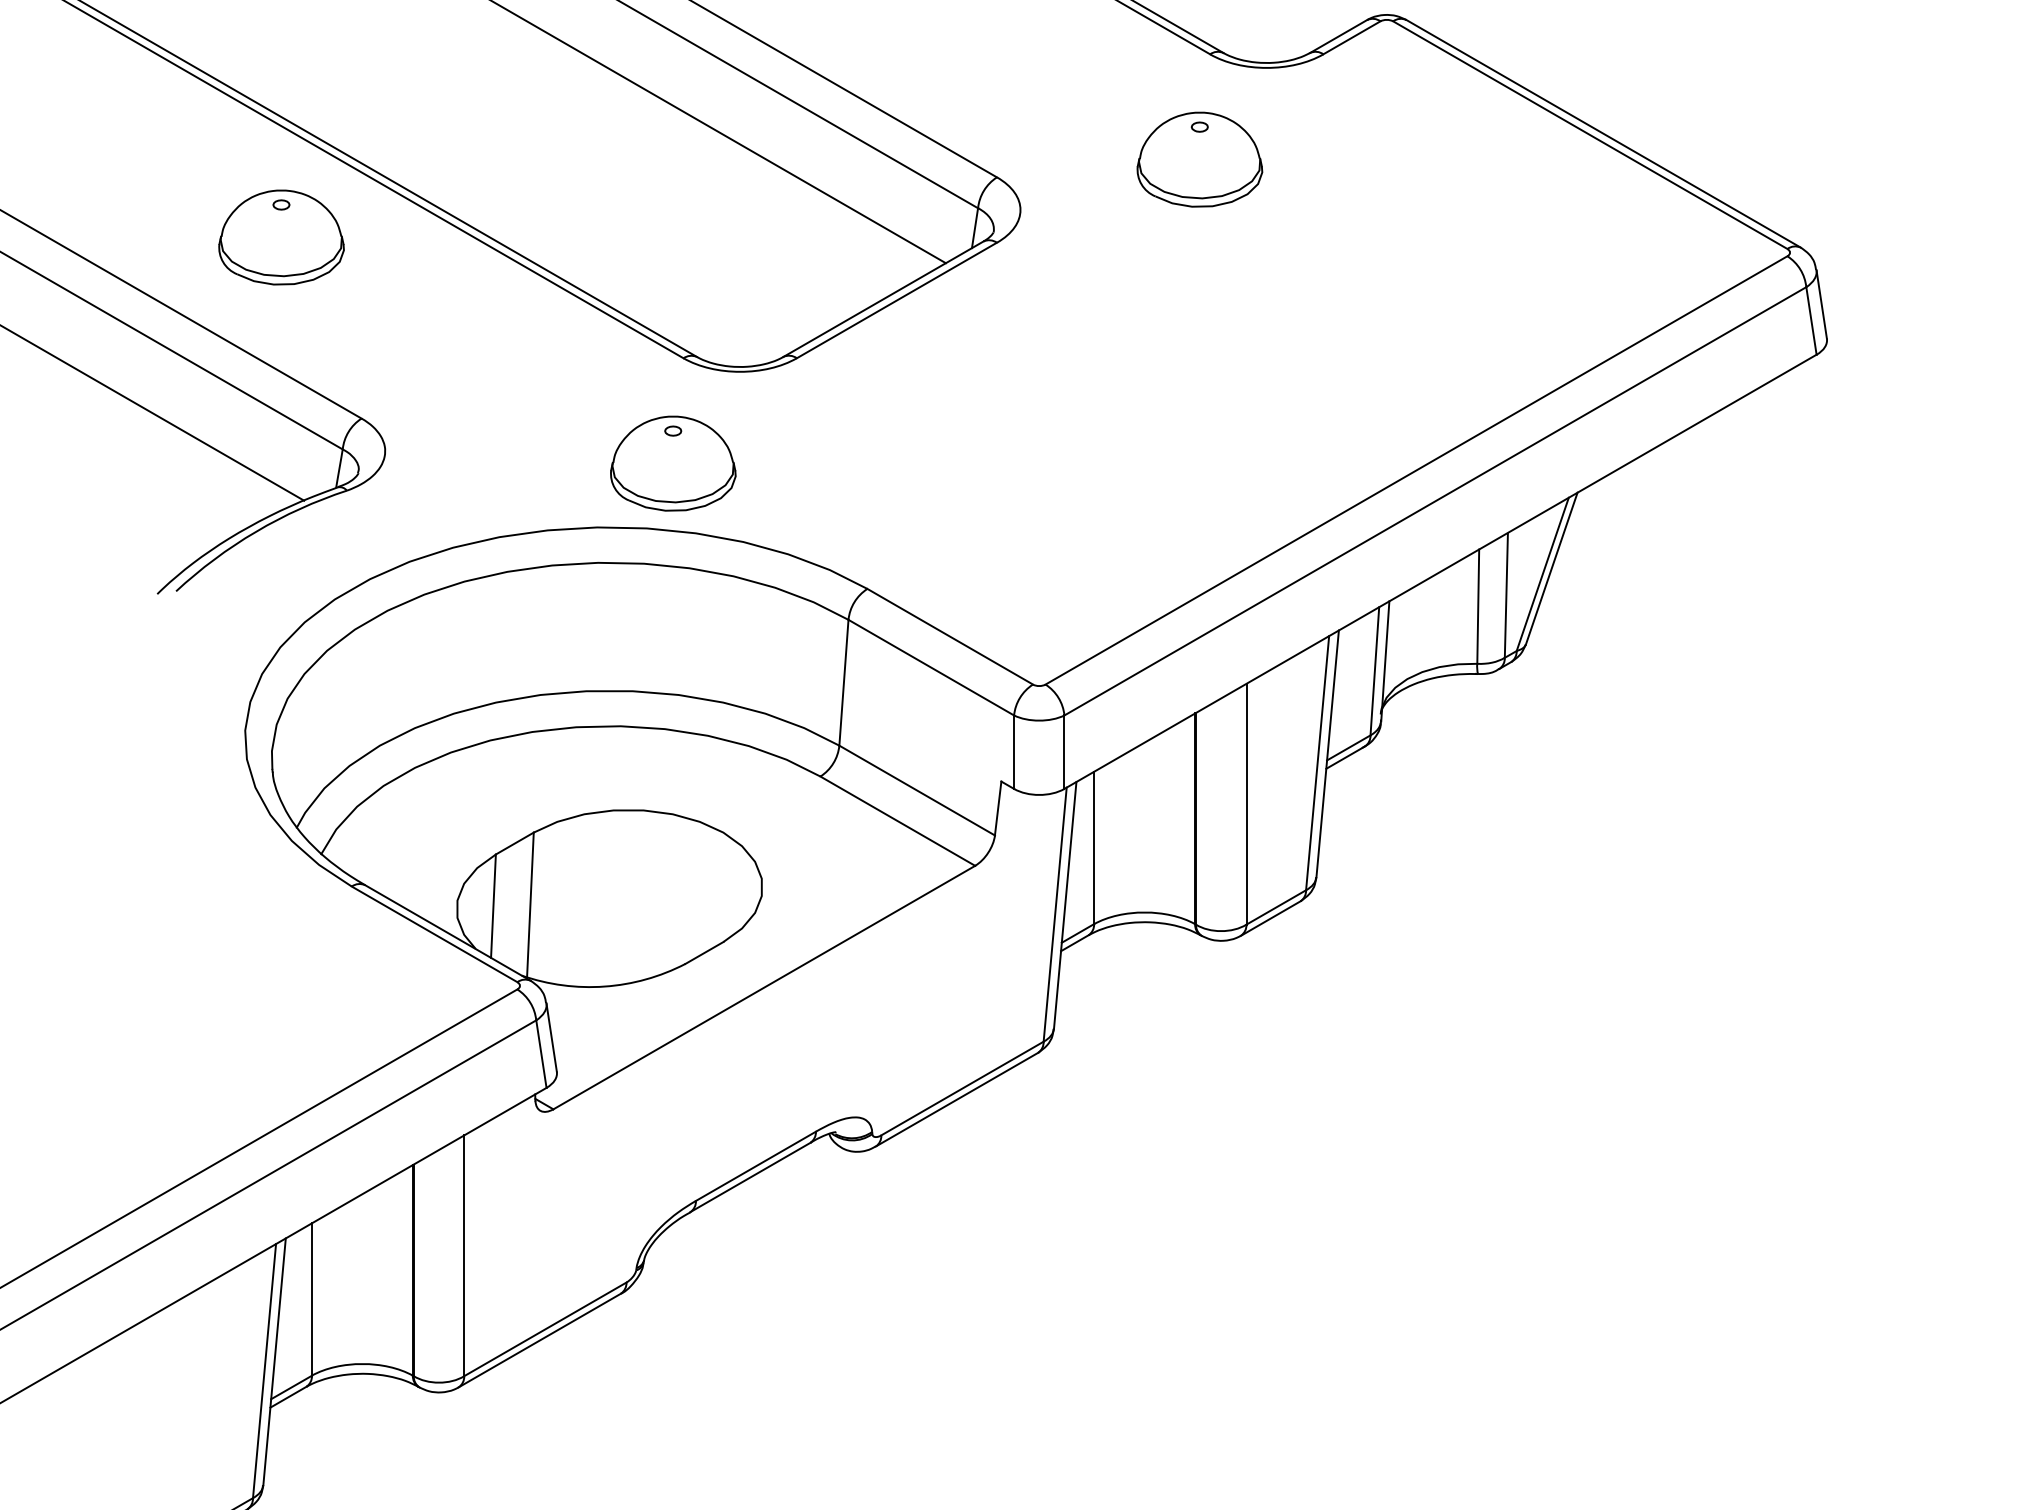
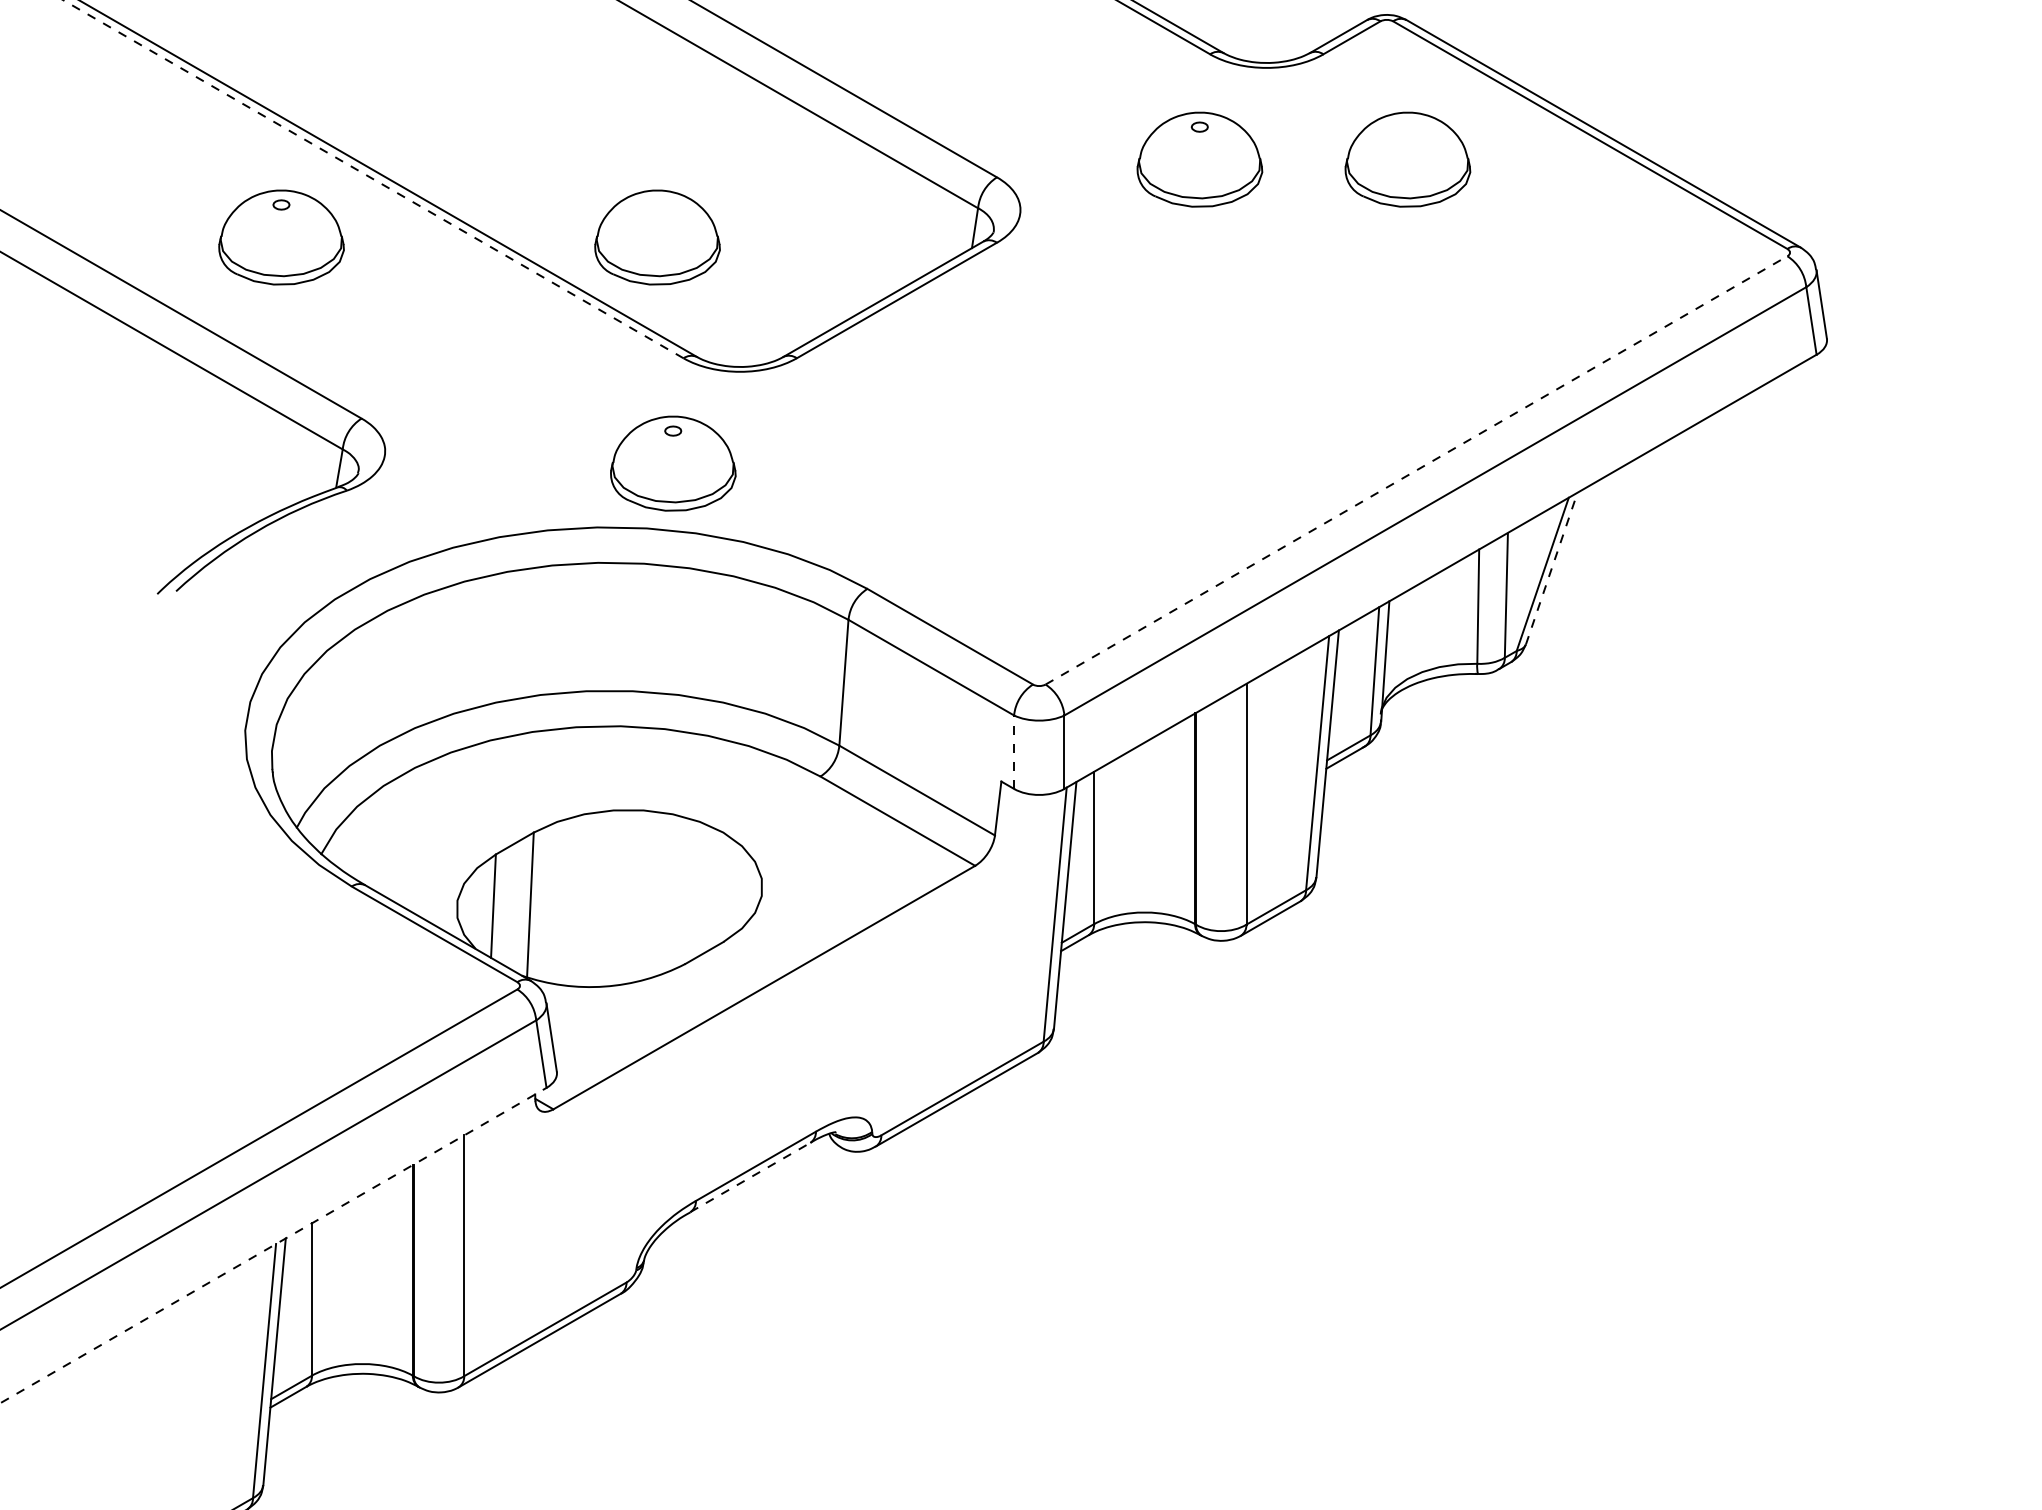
line at (719, 132): present -> none
part at (1407, 159): none -> present
line at (373, 179): solid -> dashed
part at (657, 237): none -> present
line at (153, 413): present -> none
line at (1416, 470): solid -> dashed
line at (1551, 568): solid -> dashed
line at (1014, 752): solid -> dashed
line at (750, 1177): solid -> dashed
line at (273, 1245): solid -> dashed
